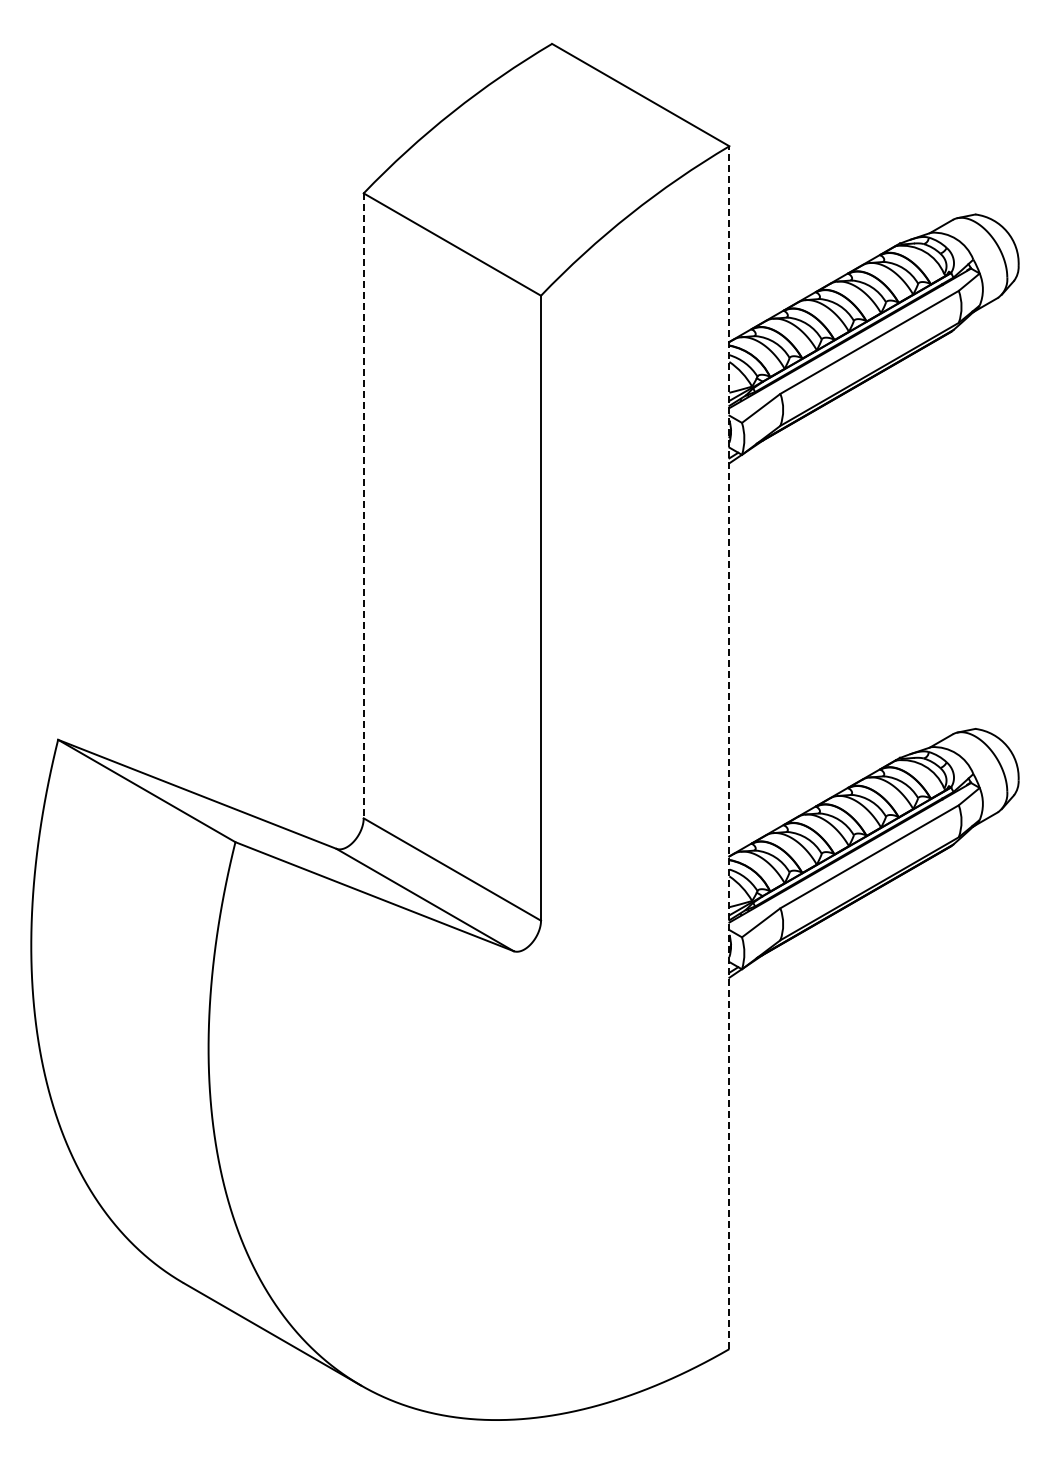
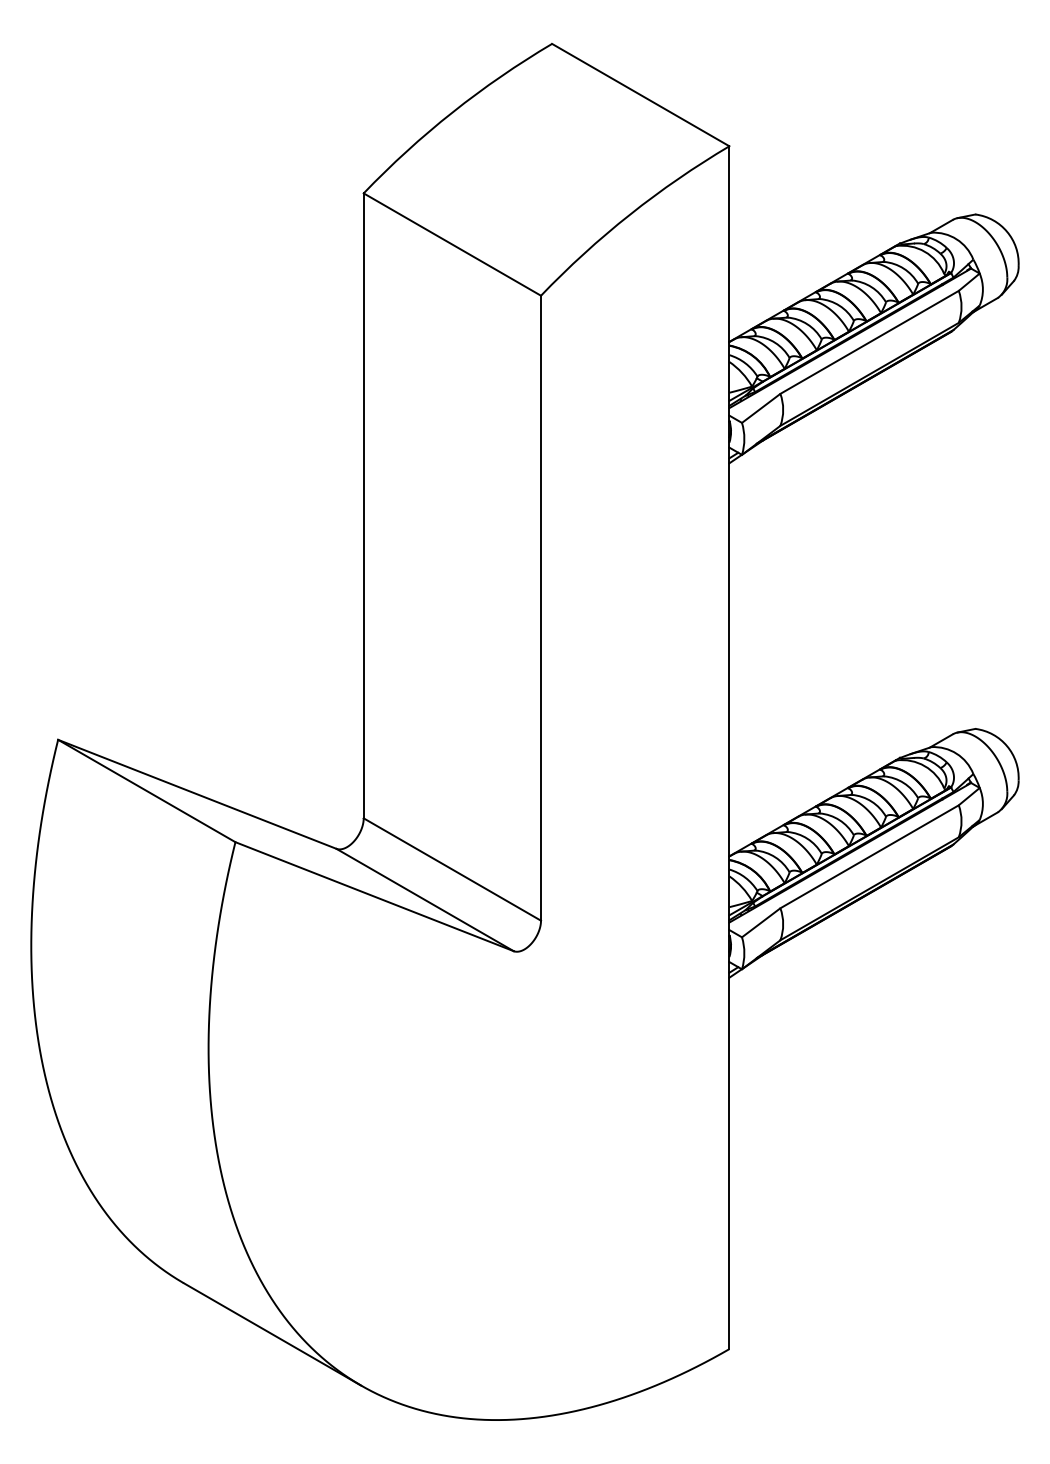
line at (363, 506): dashed -> solid
line at (729, 747): dashed -> solid
